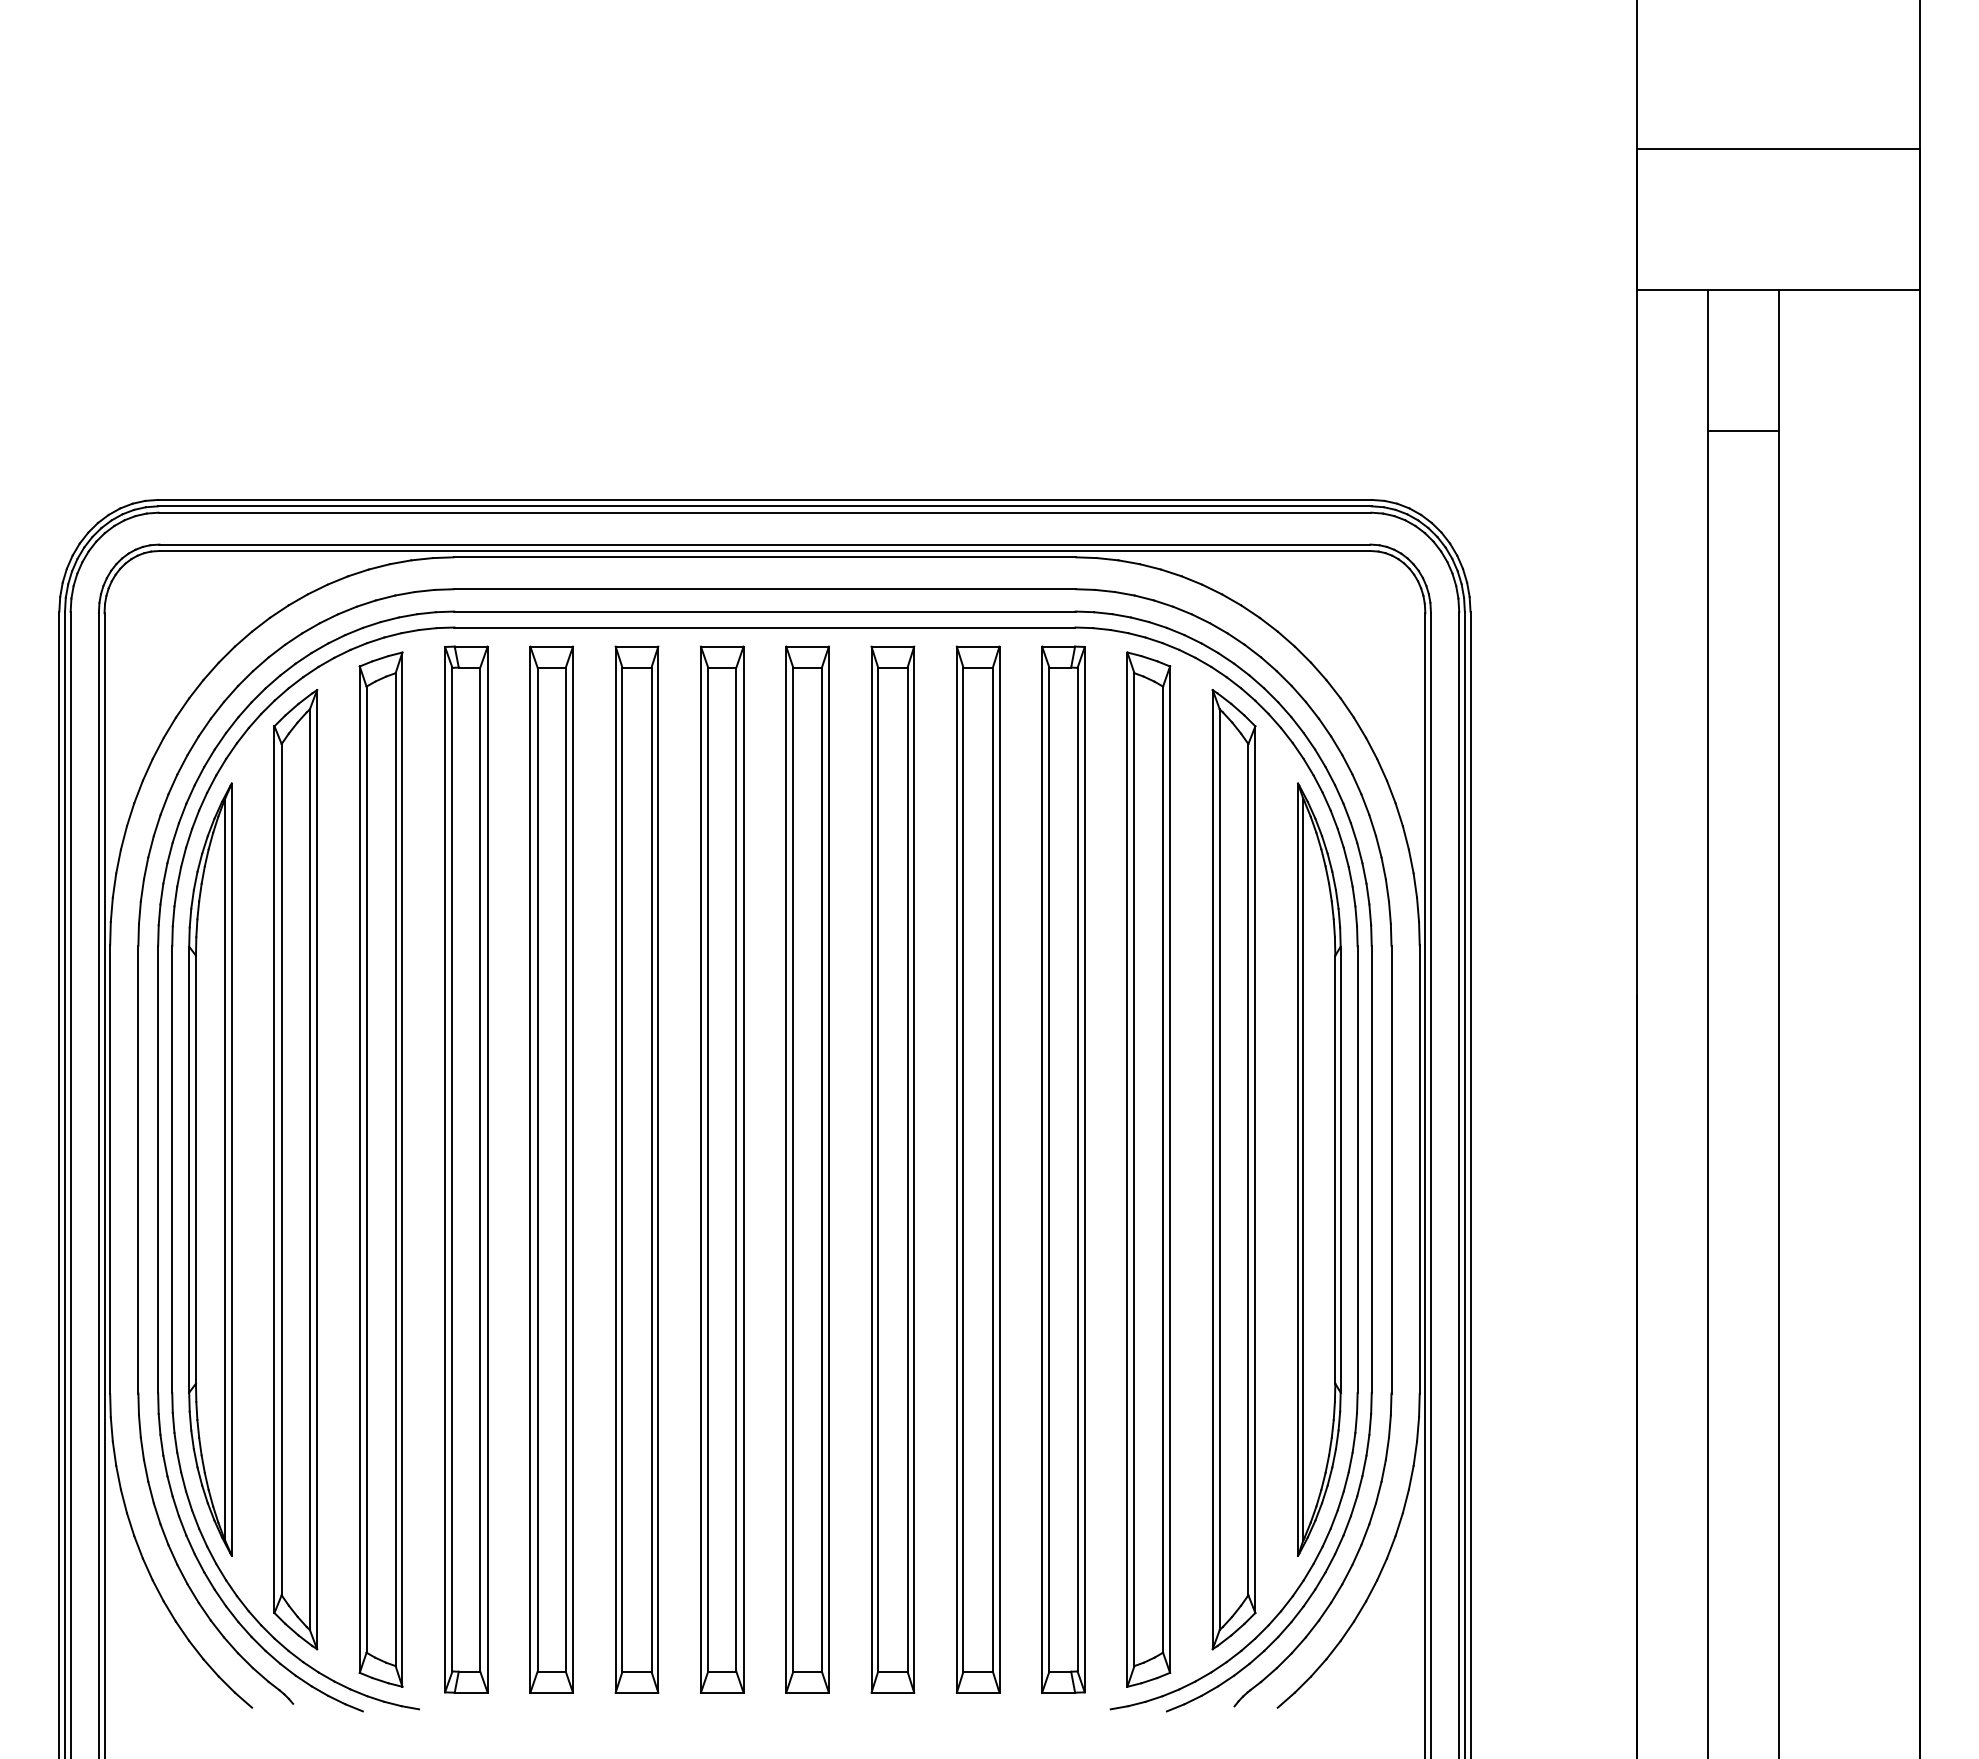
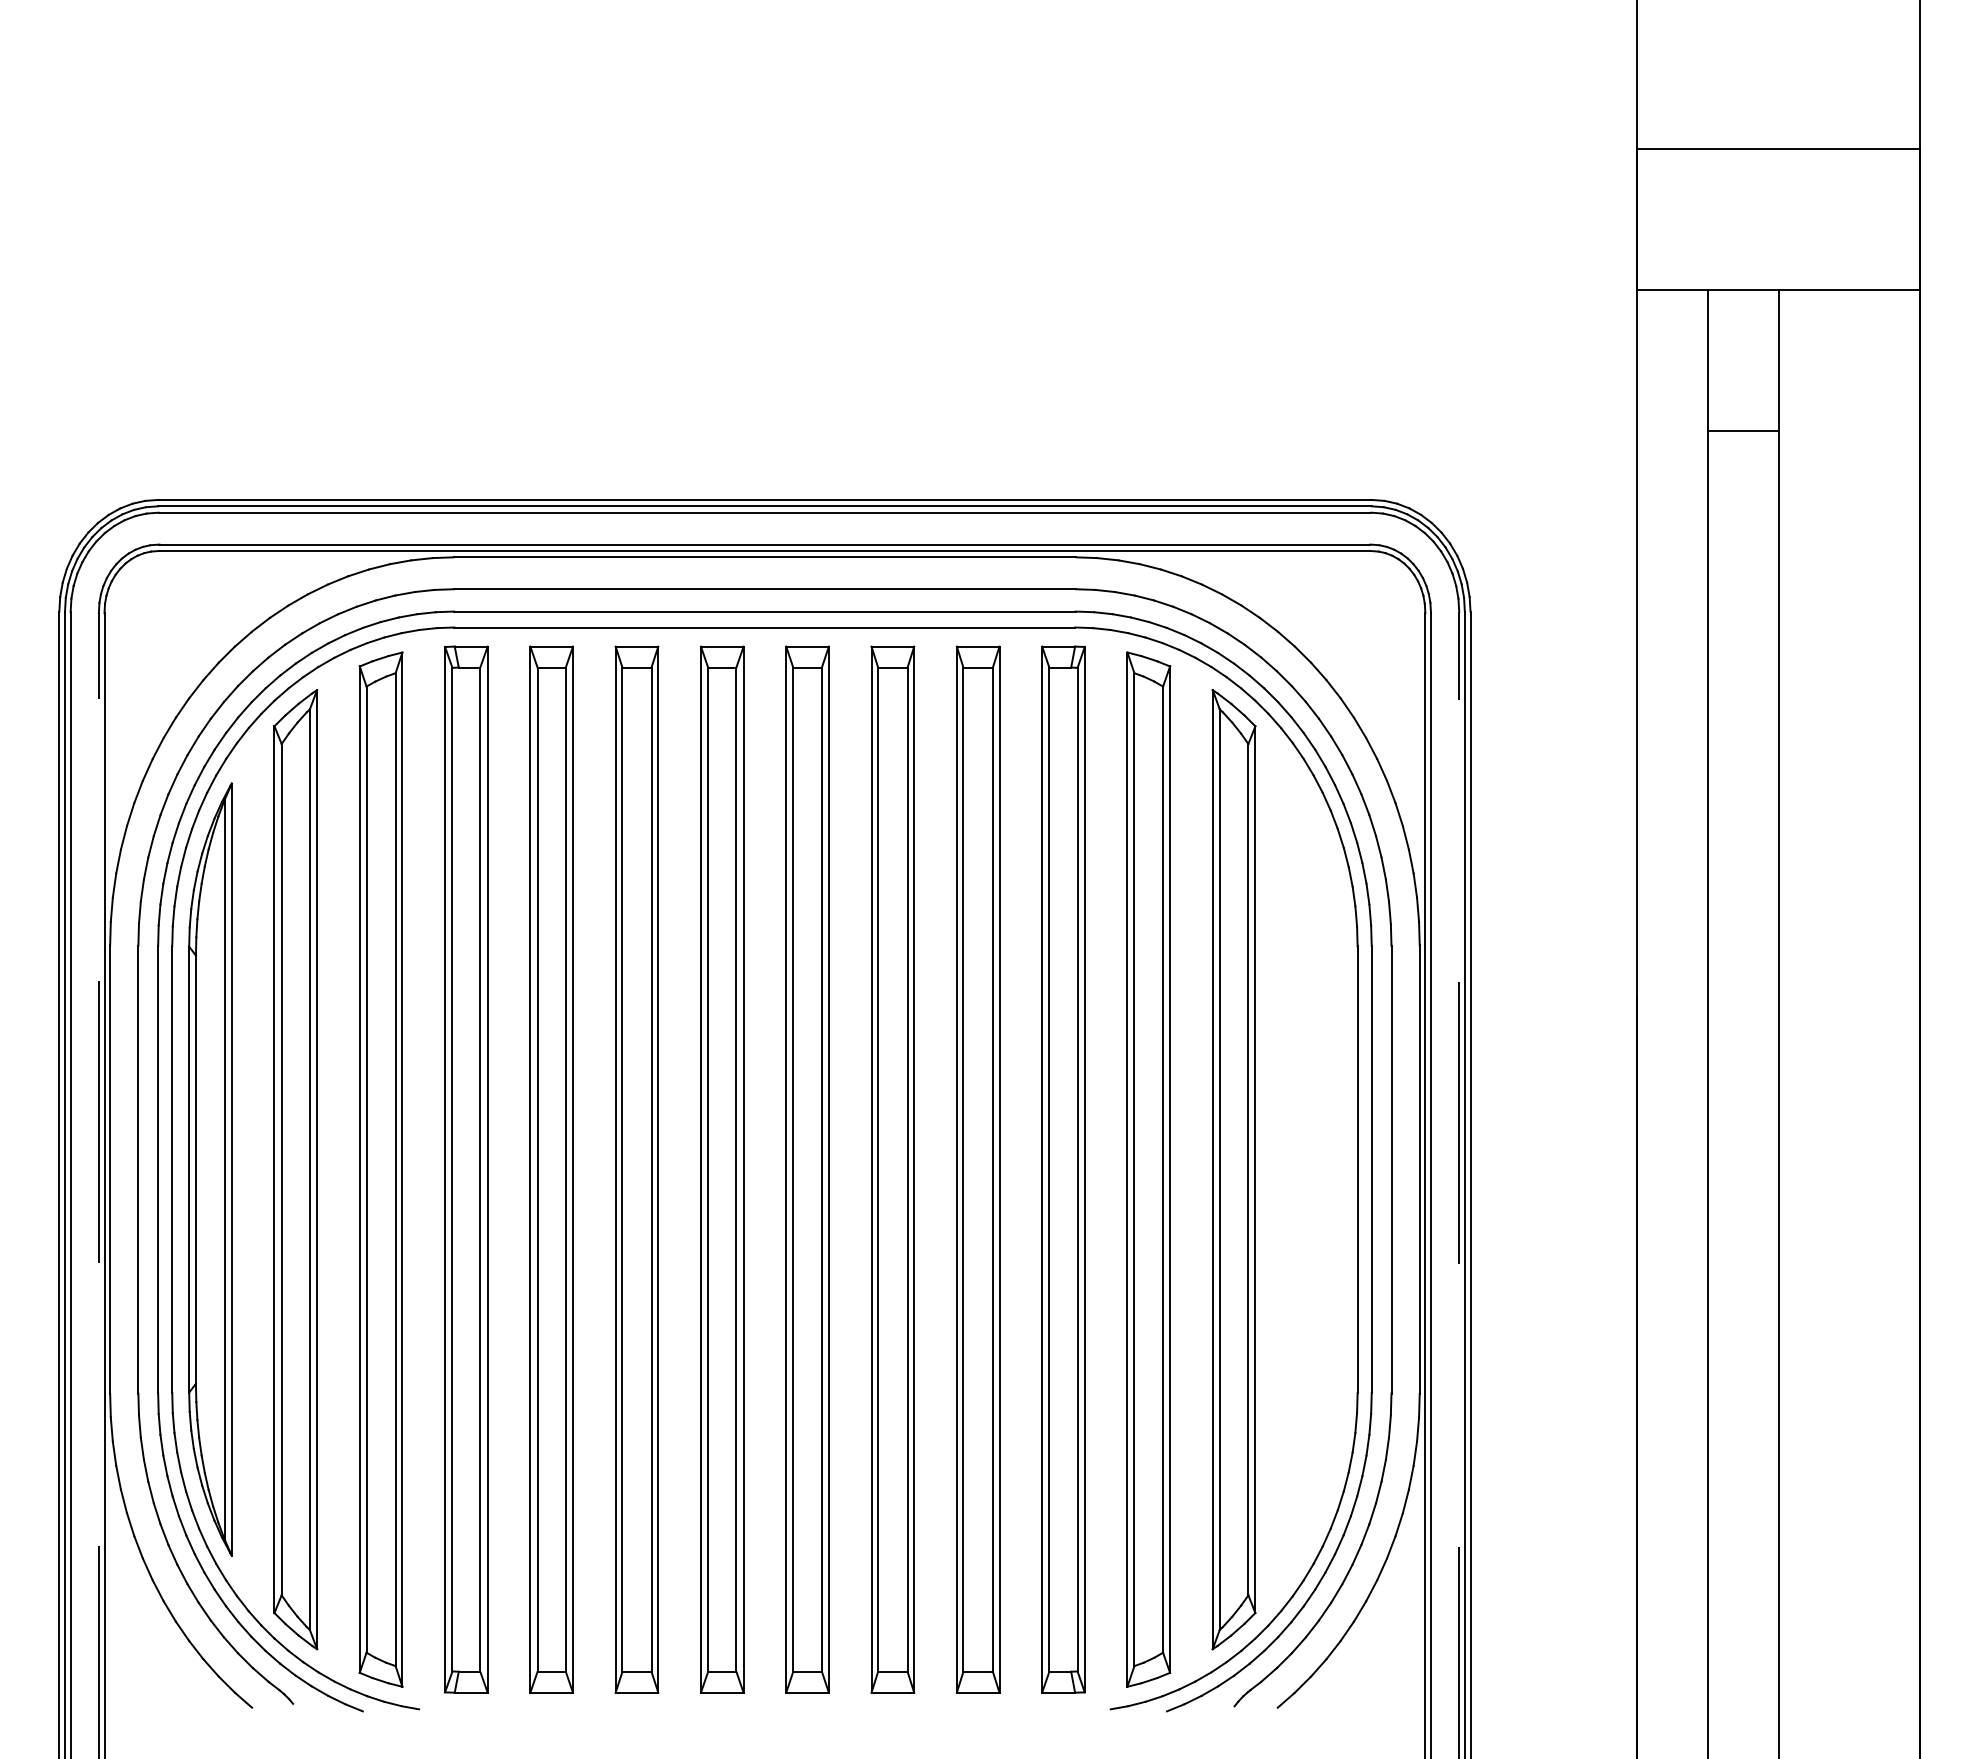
part at (1319, 1169): present -> none
line at (1459, 1184): solid -> dashed
line at (98, 1185): solid -> dashed
